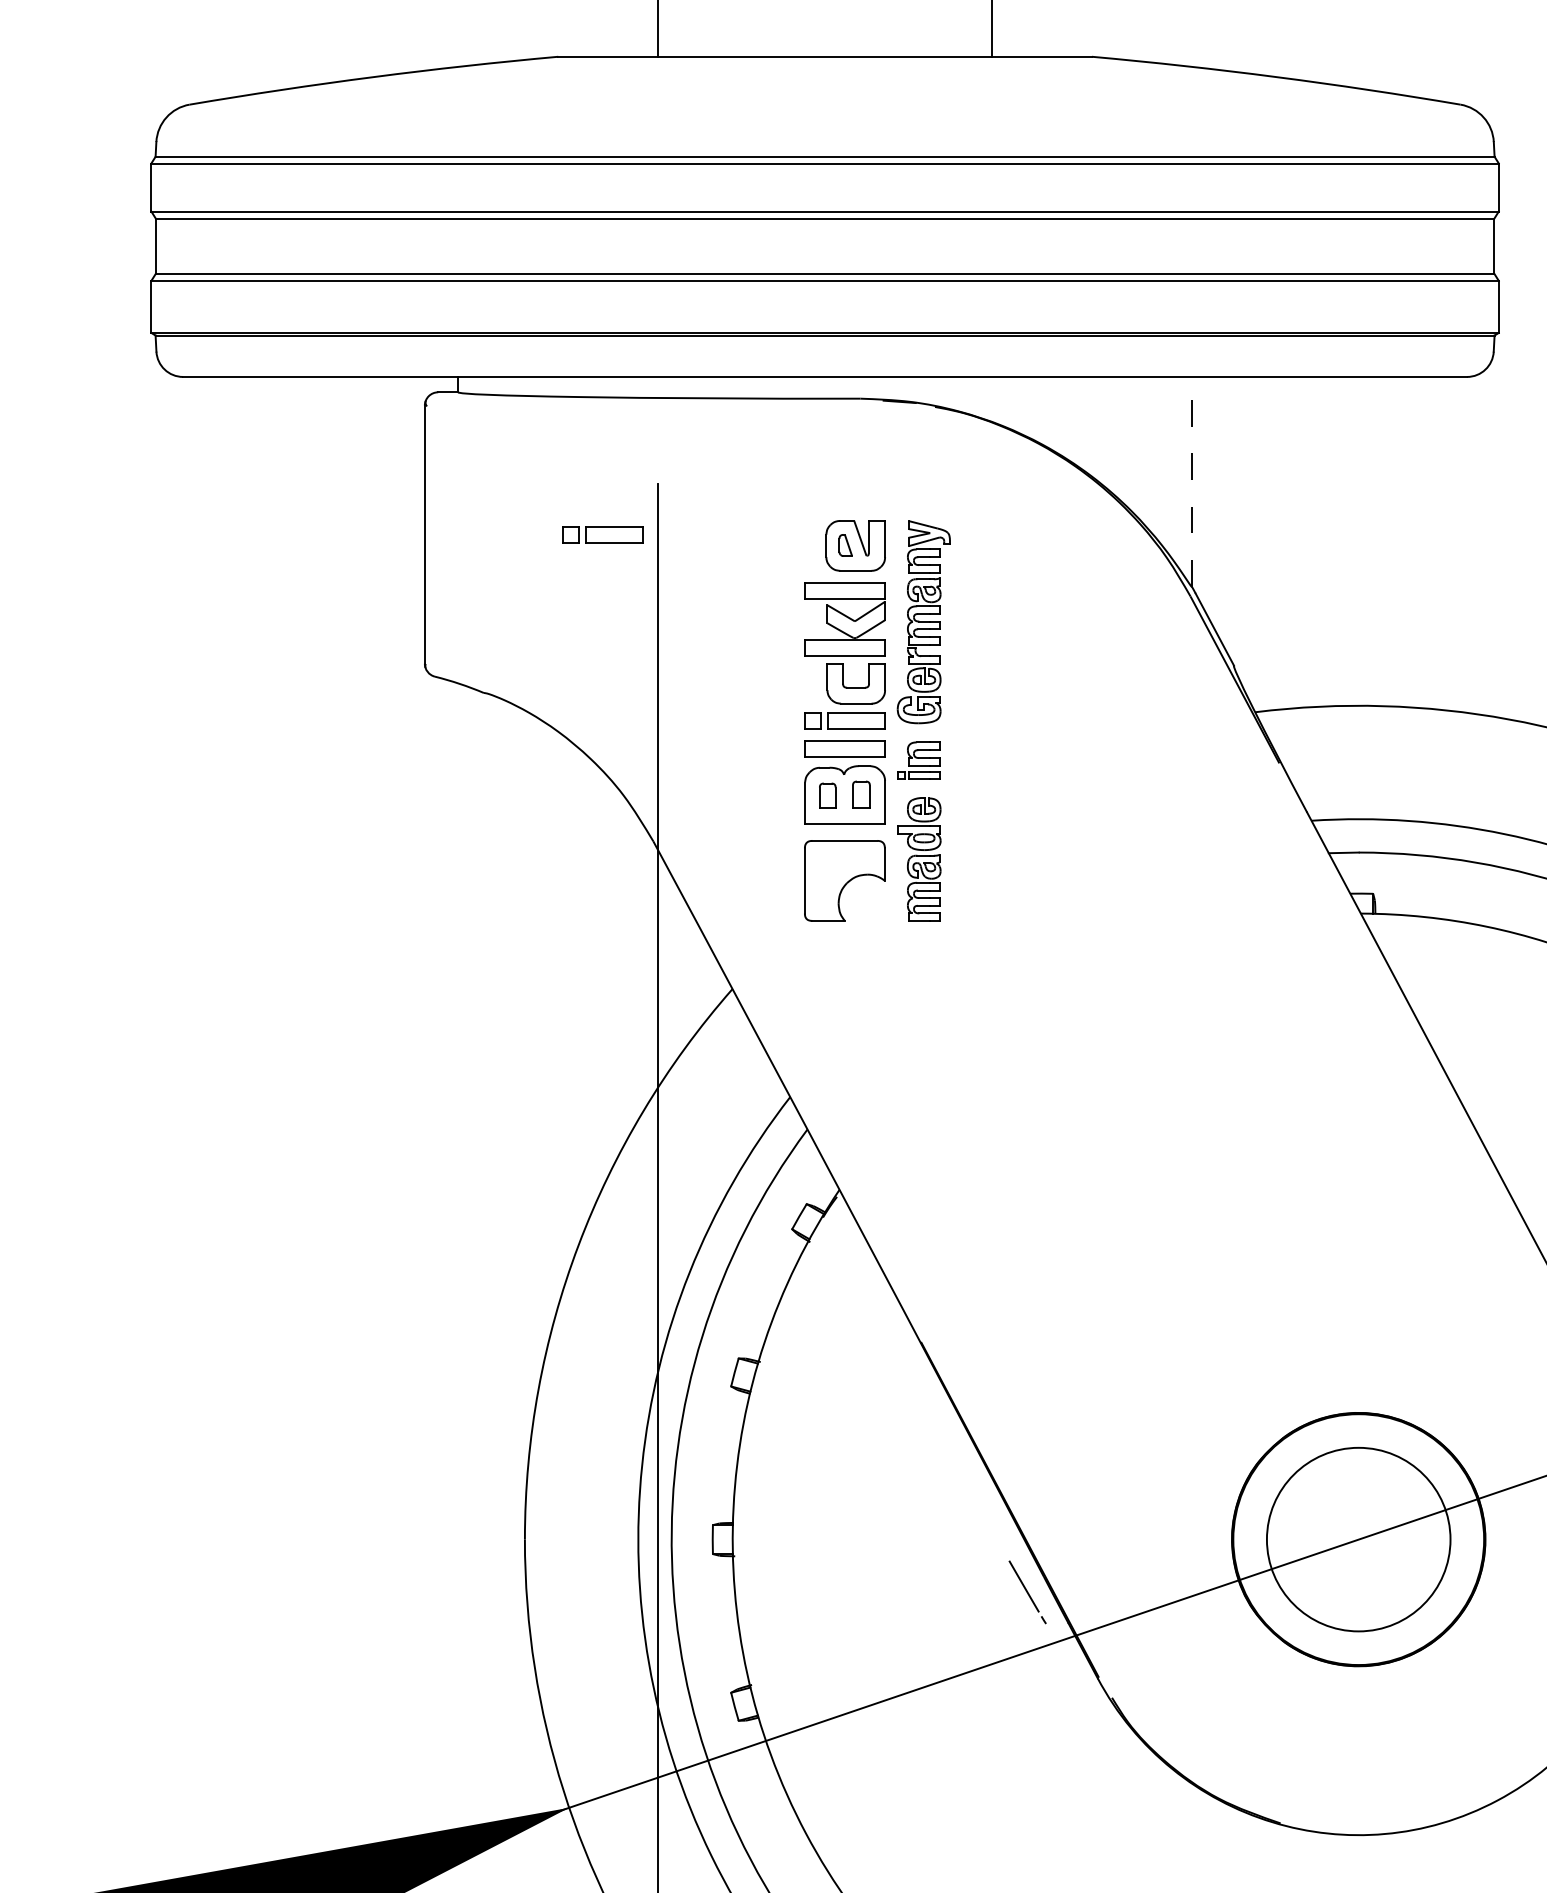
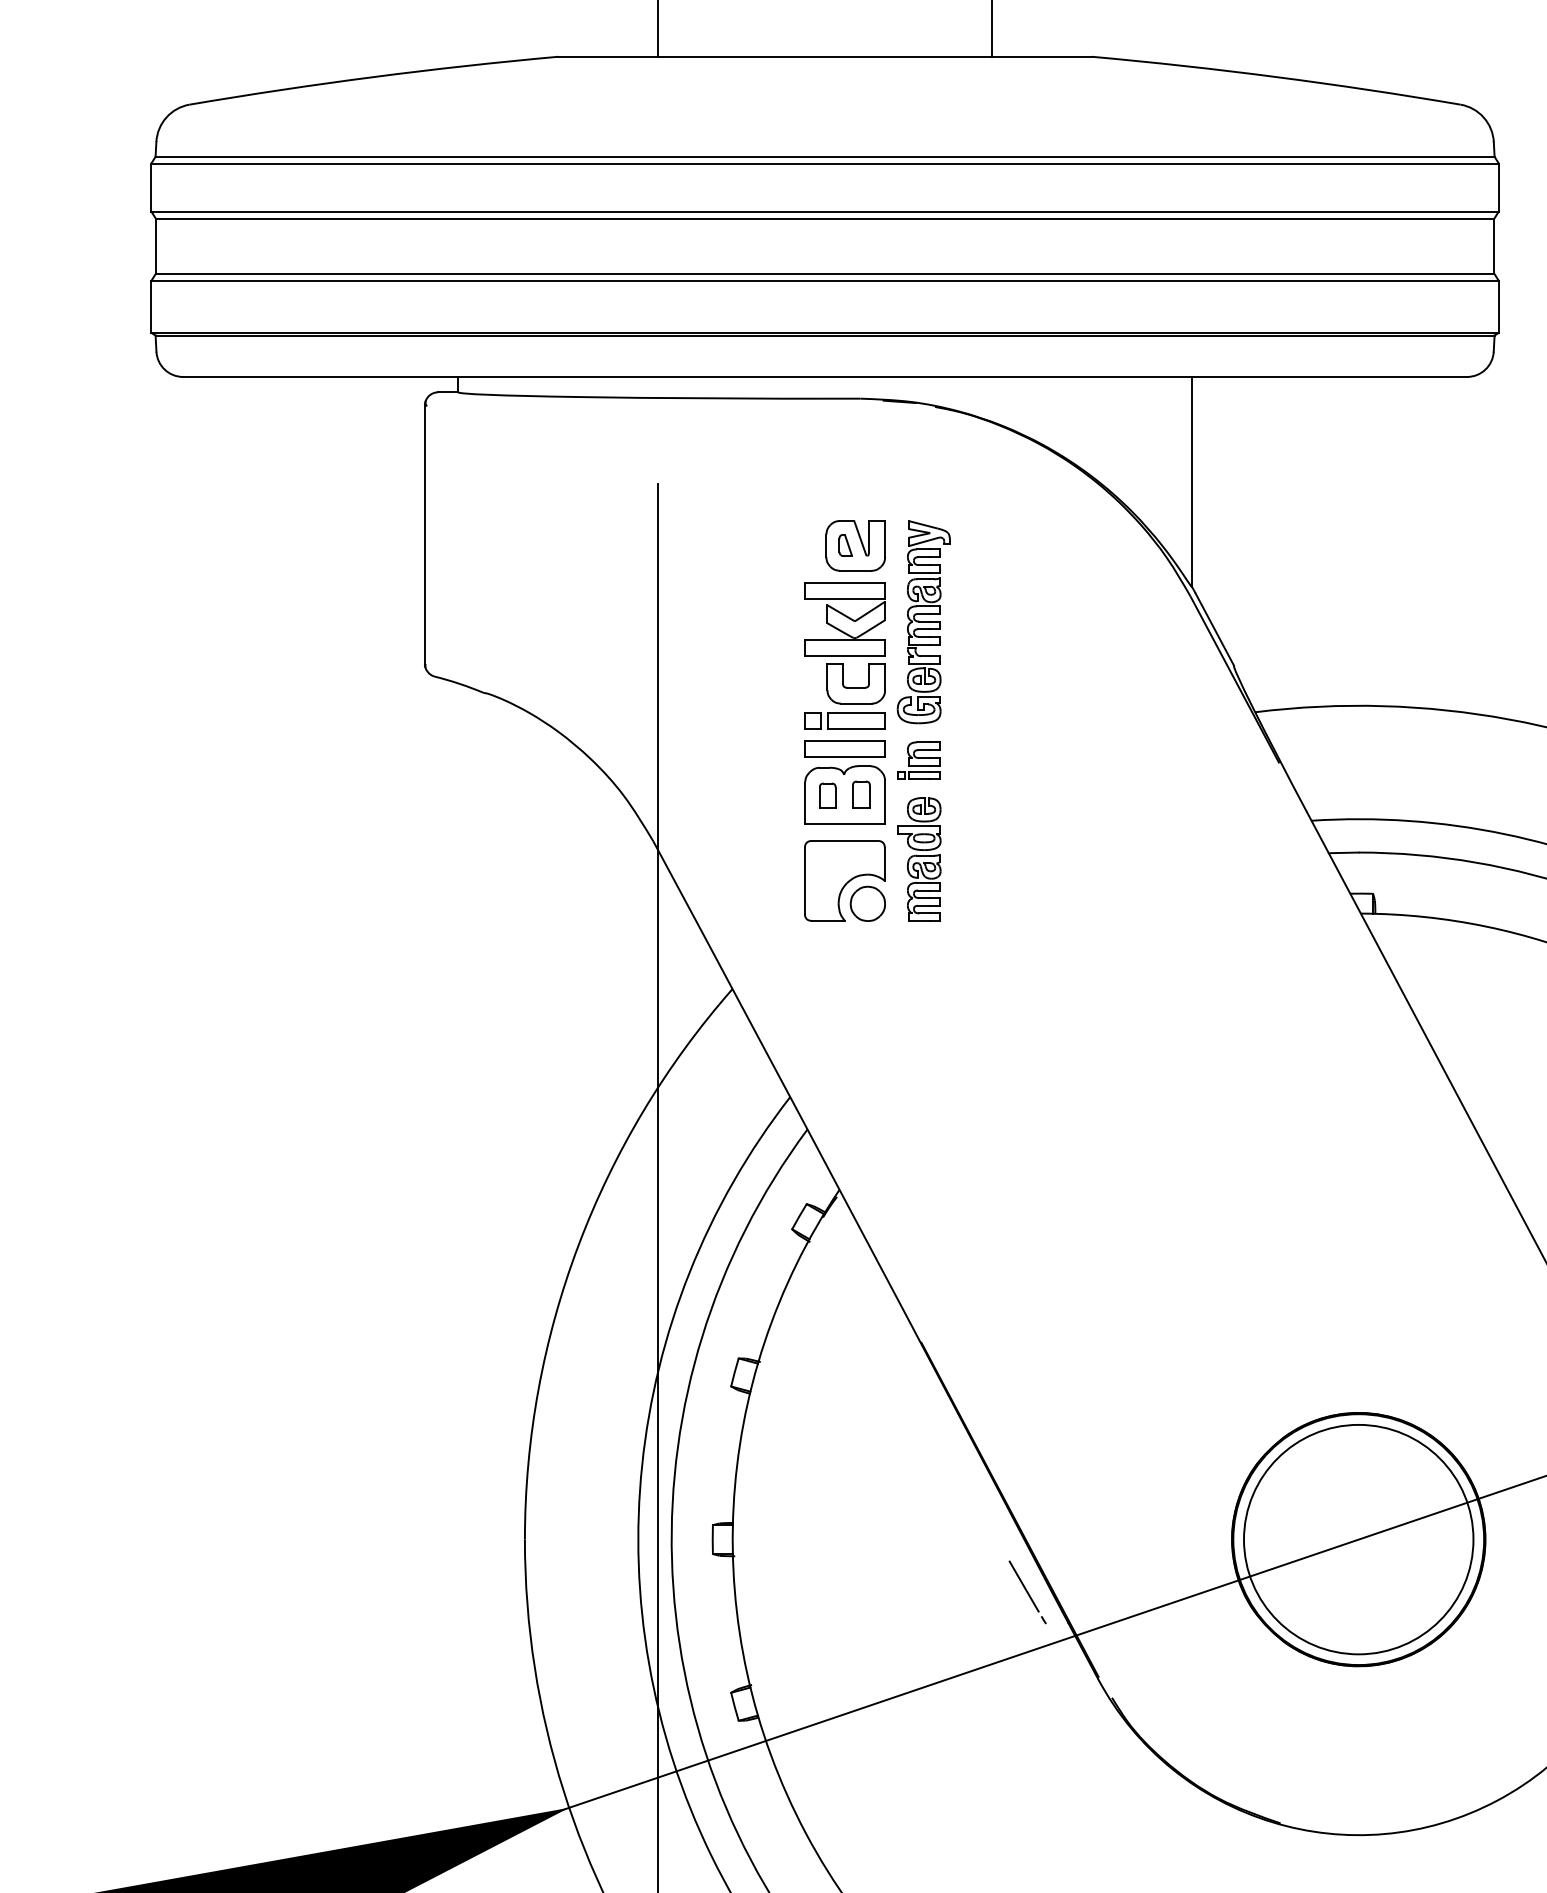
line at (1191, 481): dashed -> solid
part at (602, 534): present -> none
part at (867, 903): none -> present
circle at (1358, 1539) diameter: 184 px -> 229 px
